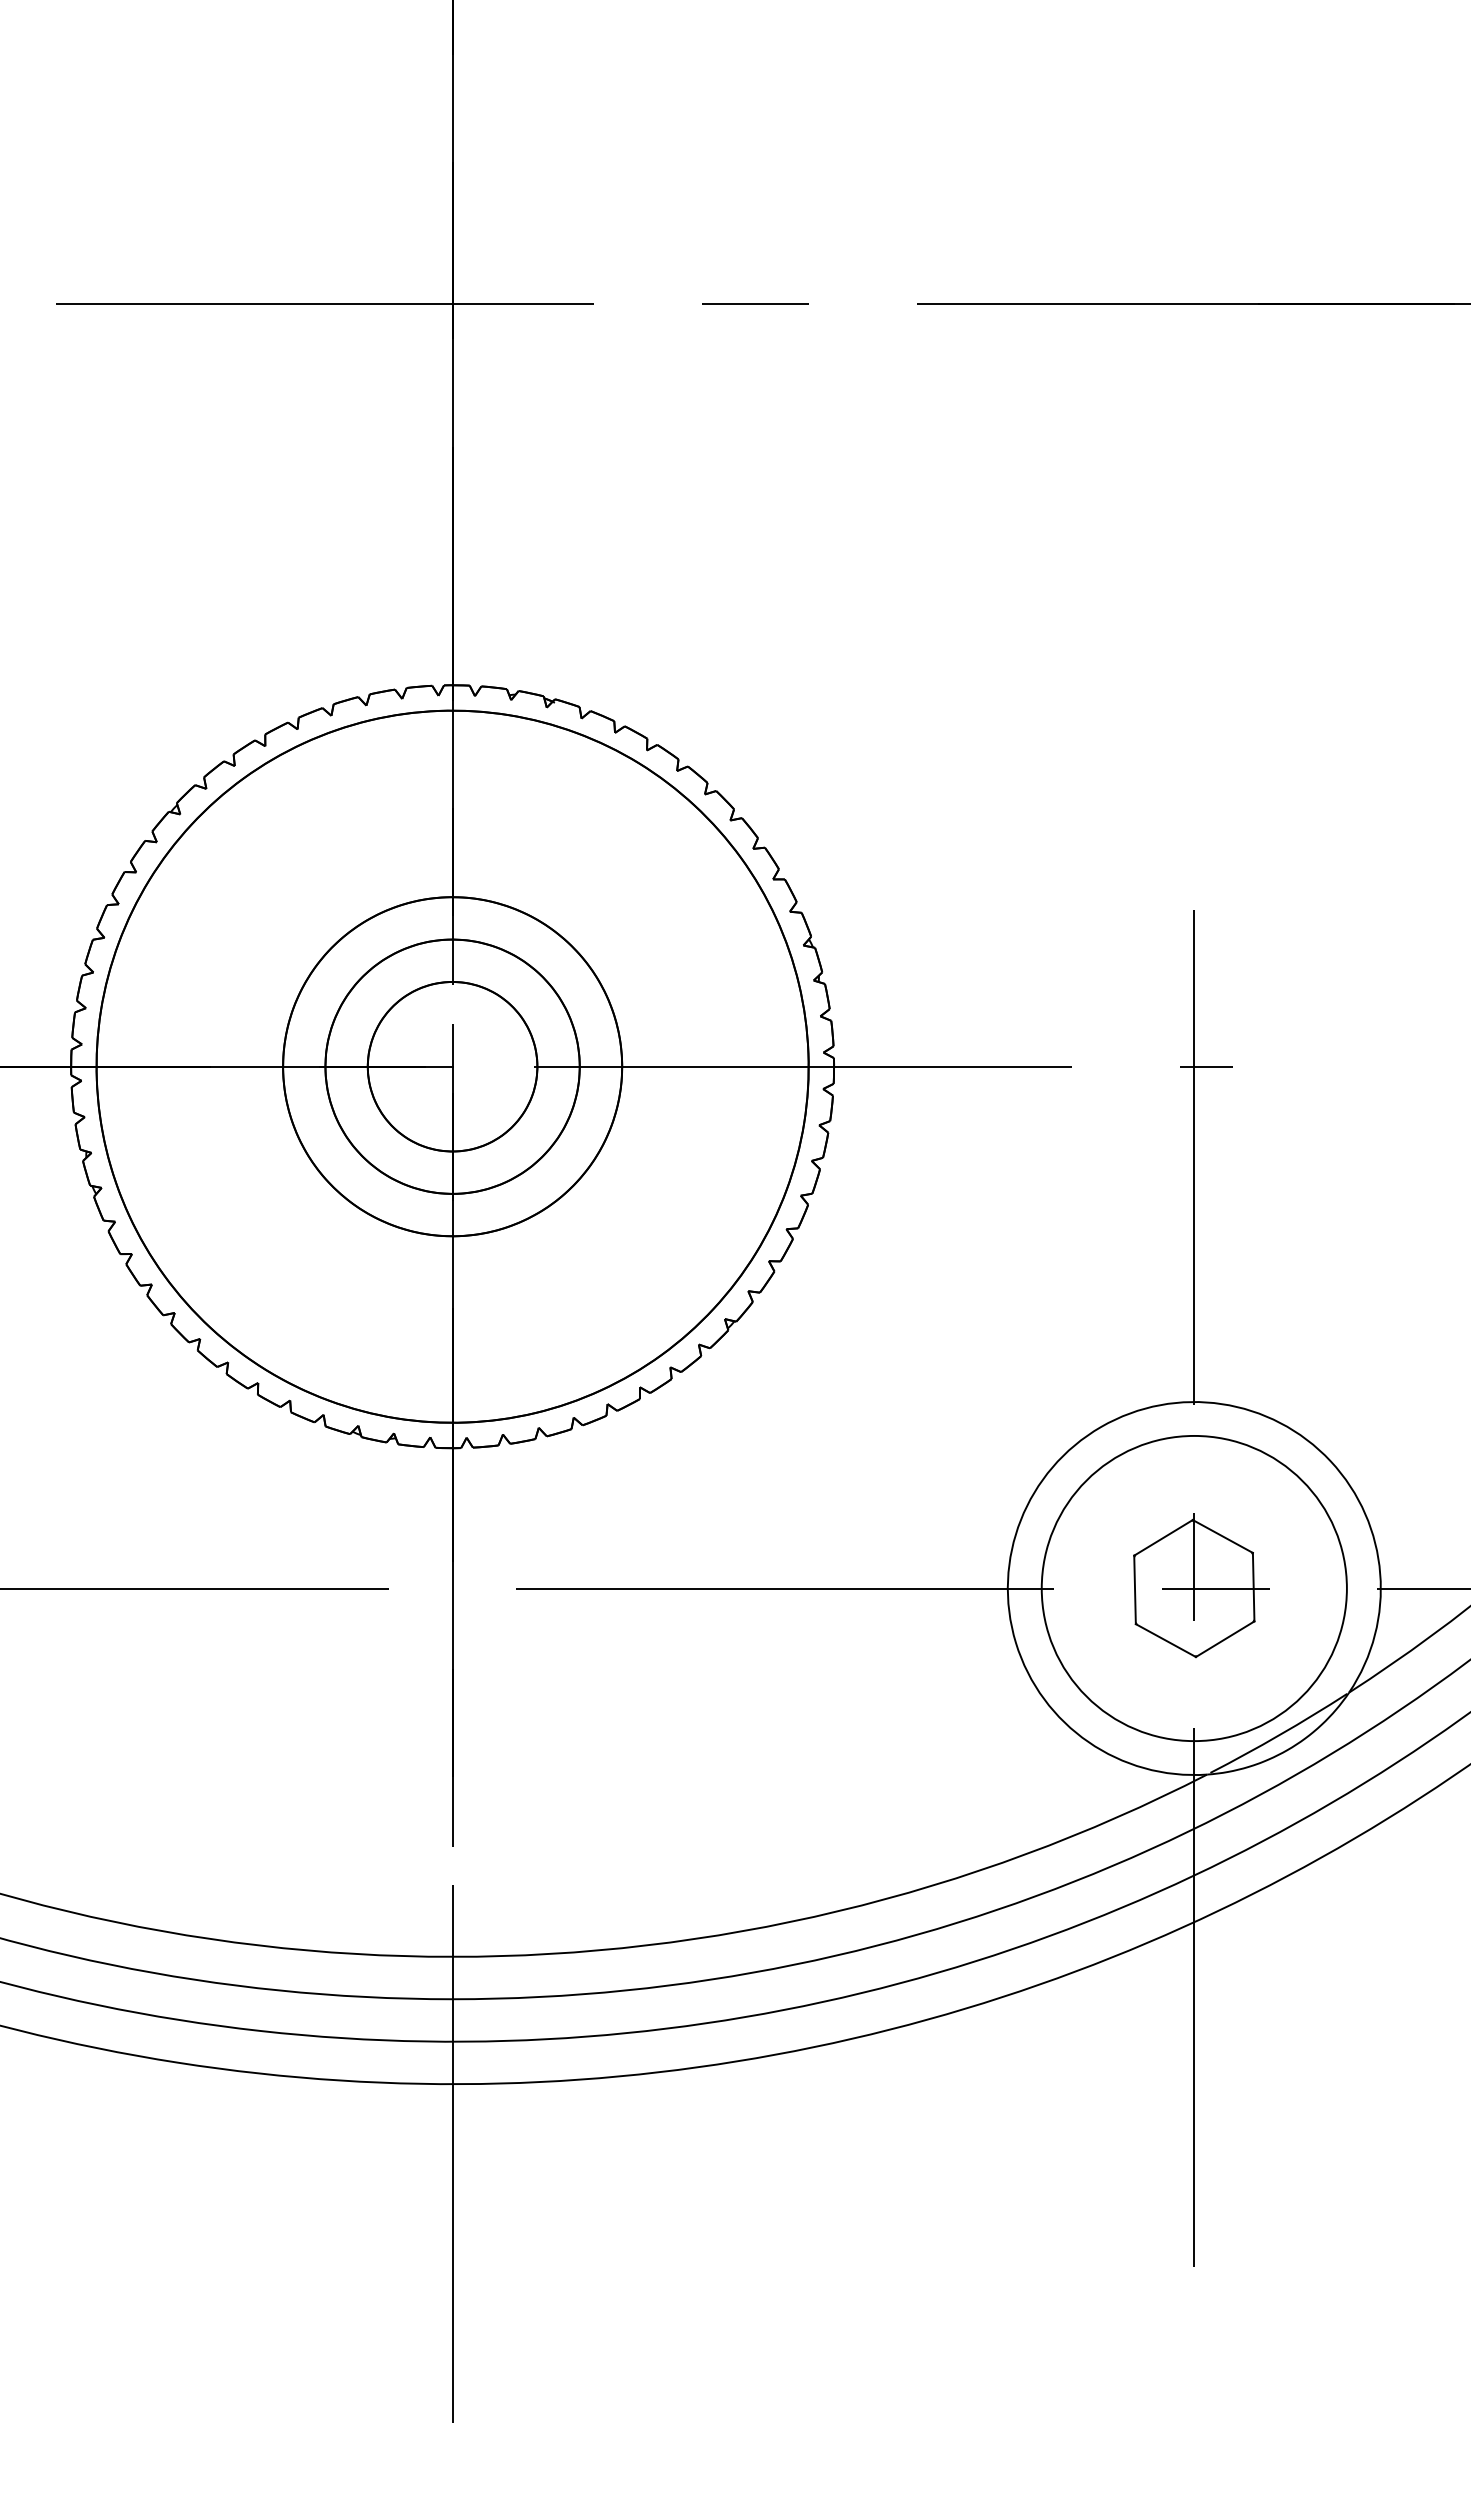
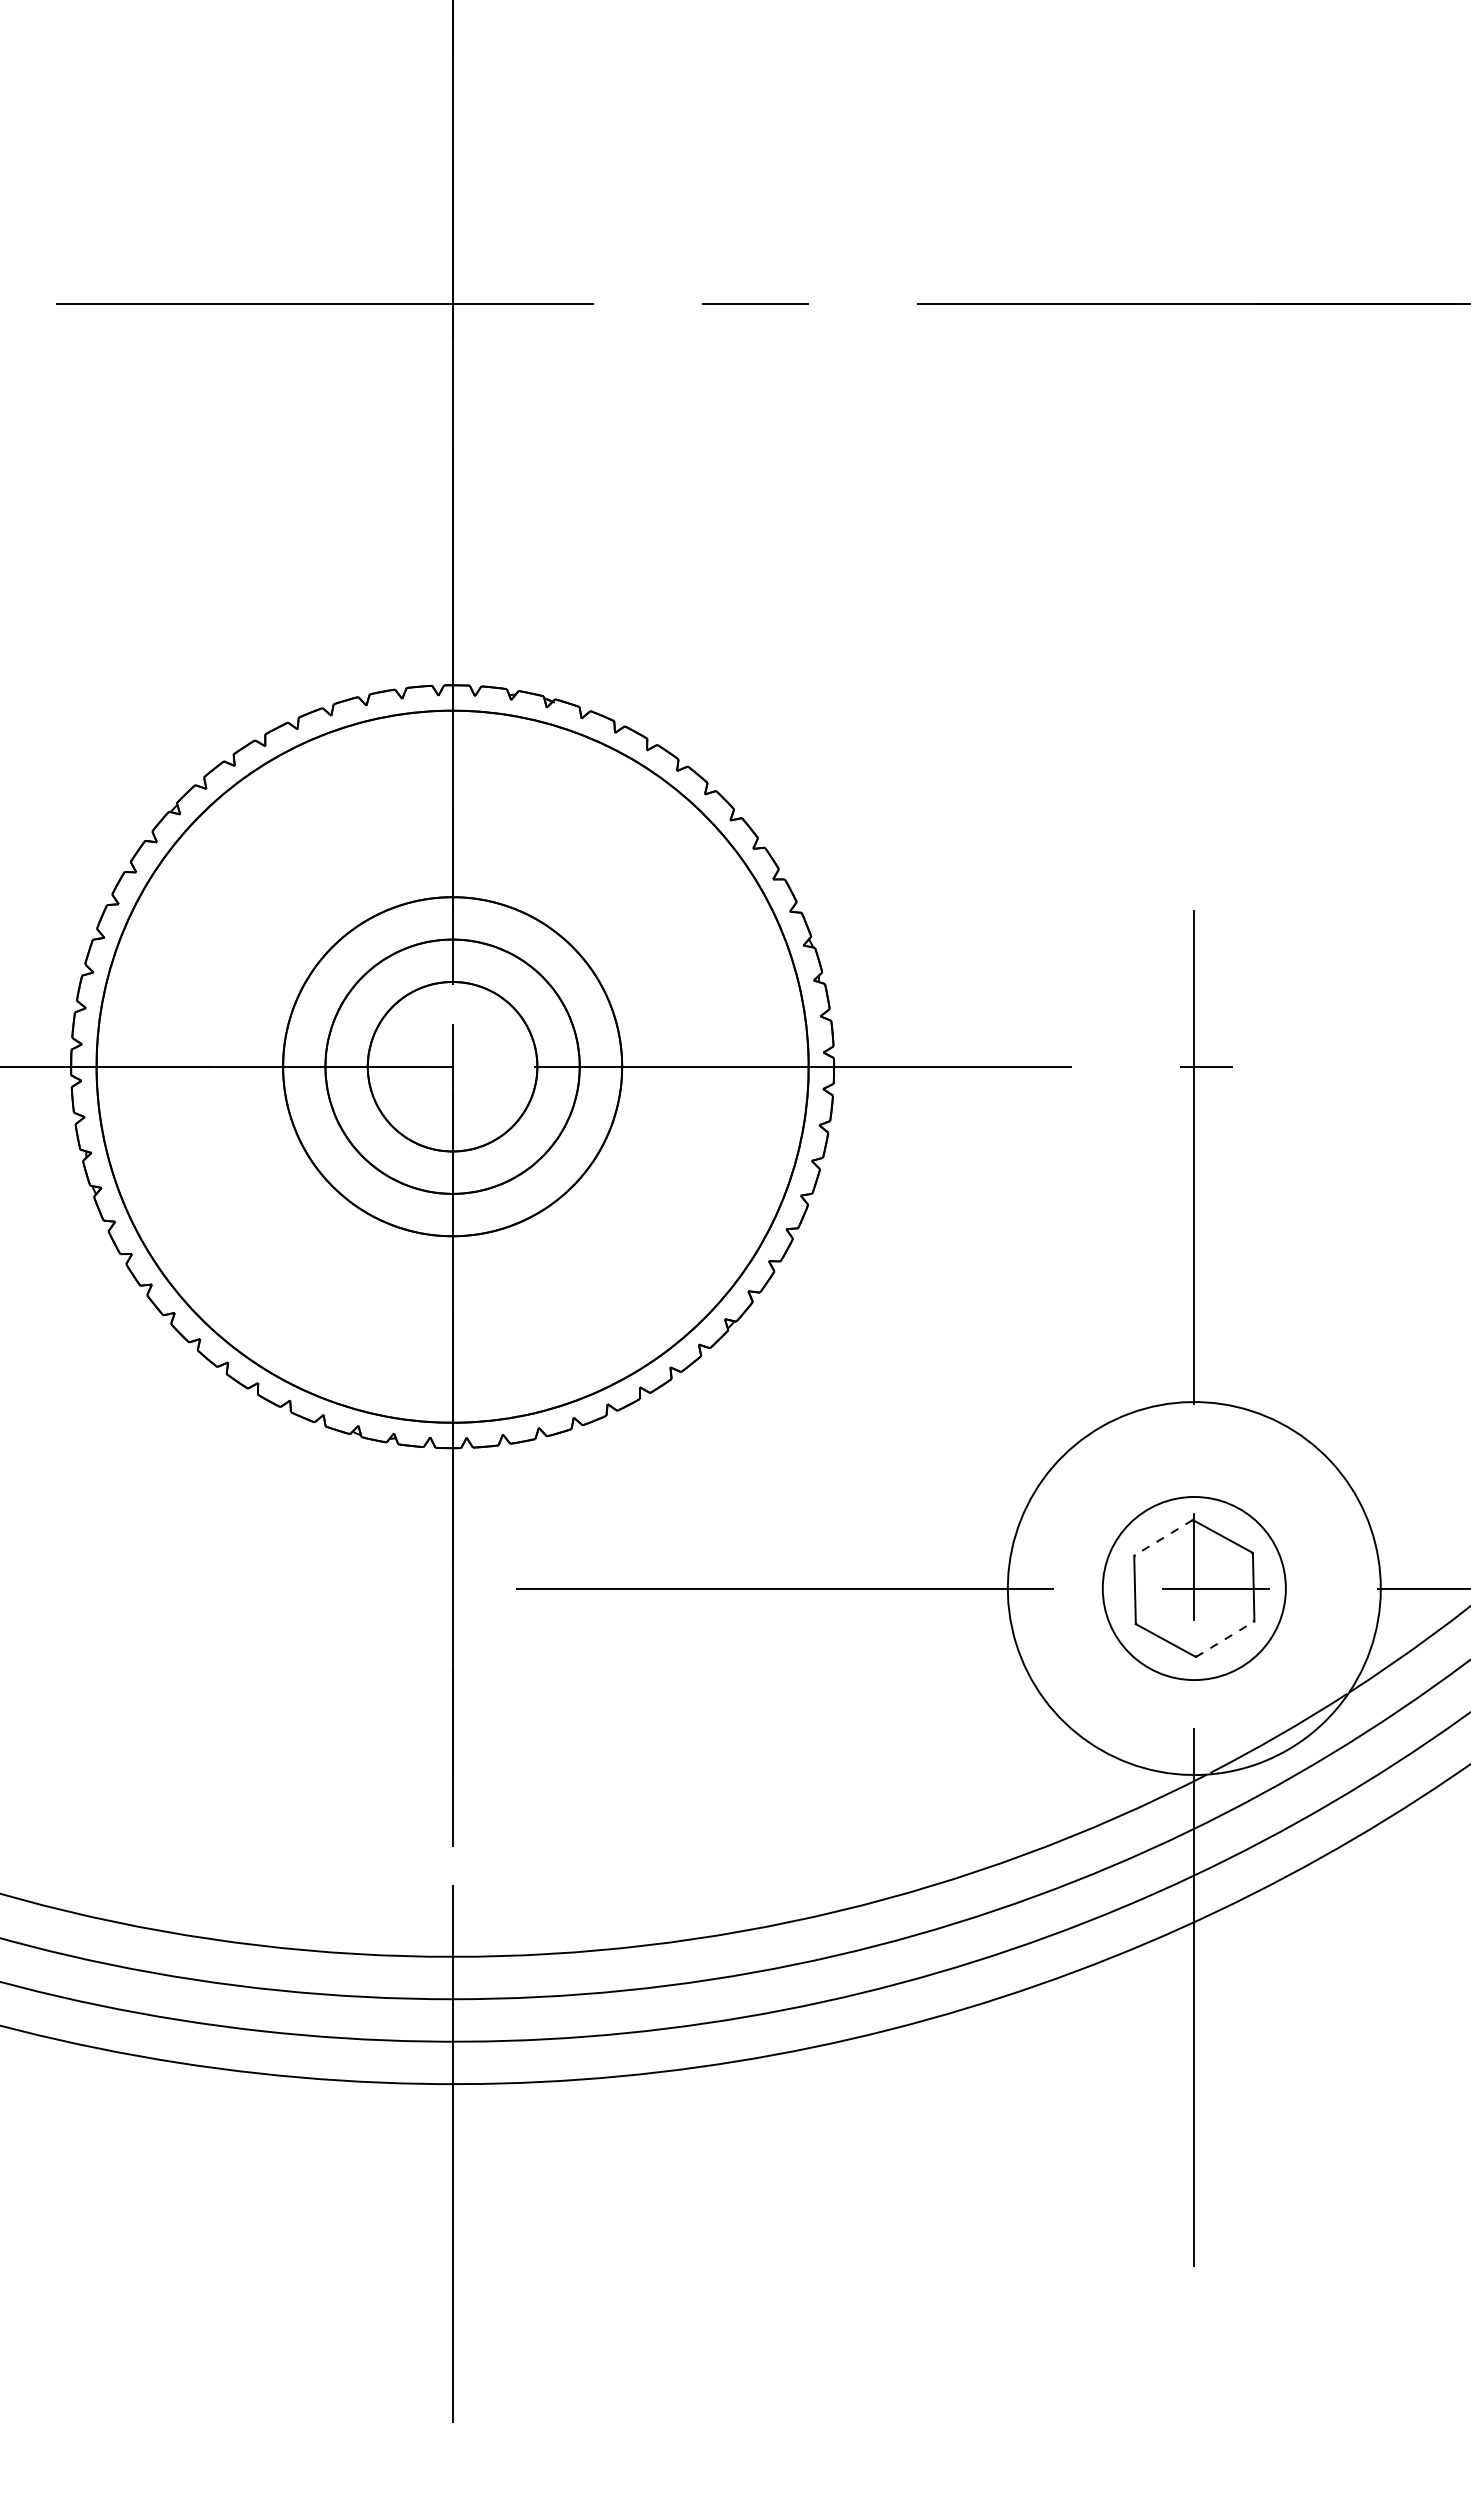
line at (1163, 1538): solid -> dashed
line at (195, 1588): present -> none
circle at (1193, 1588) diameter: 305 px -> 183 px
line at (1225, 1638): solid -> dashed
